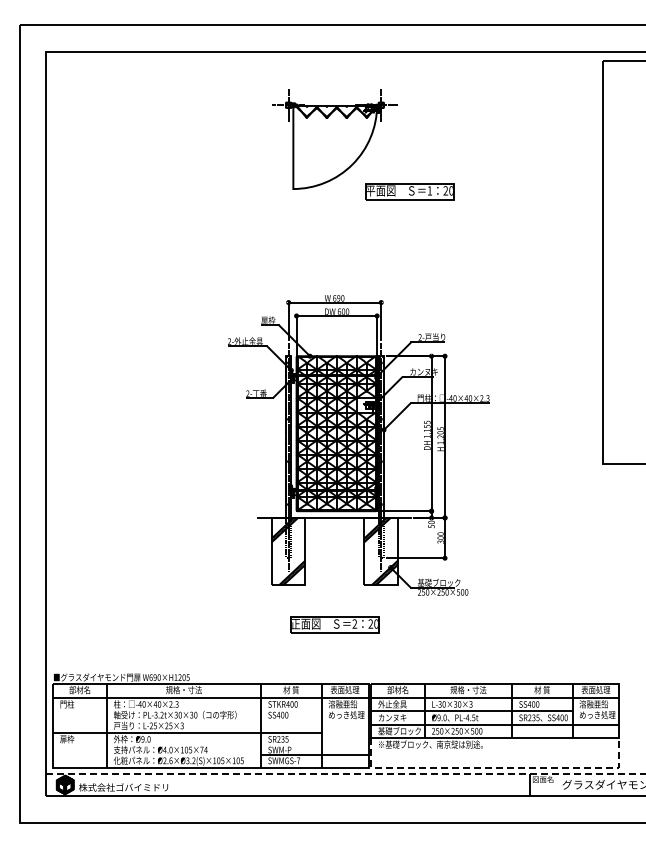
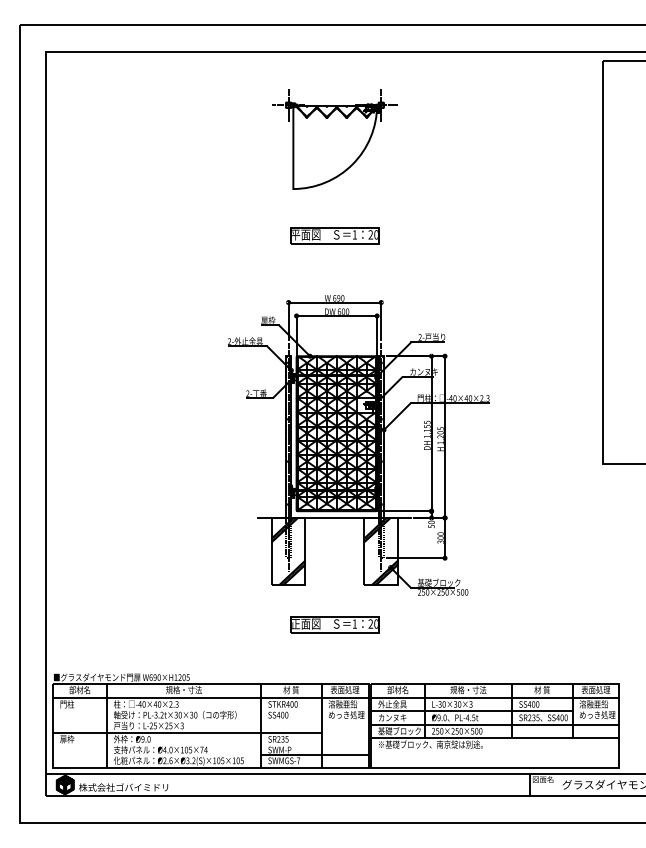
part at (409, 191) position: (409, 191) -> (334, 235)
text at (354, 623): 2 -> 1
line at (495, 767): dashed -> solid
line at (346, 774): dashed -> solid
